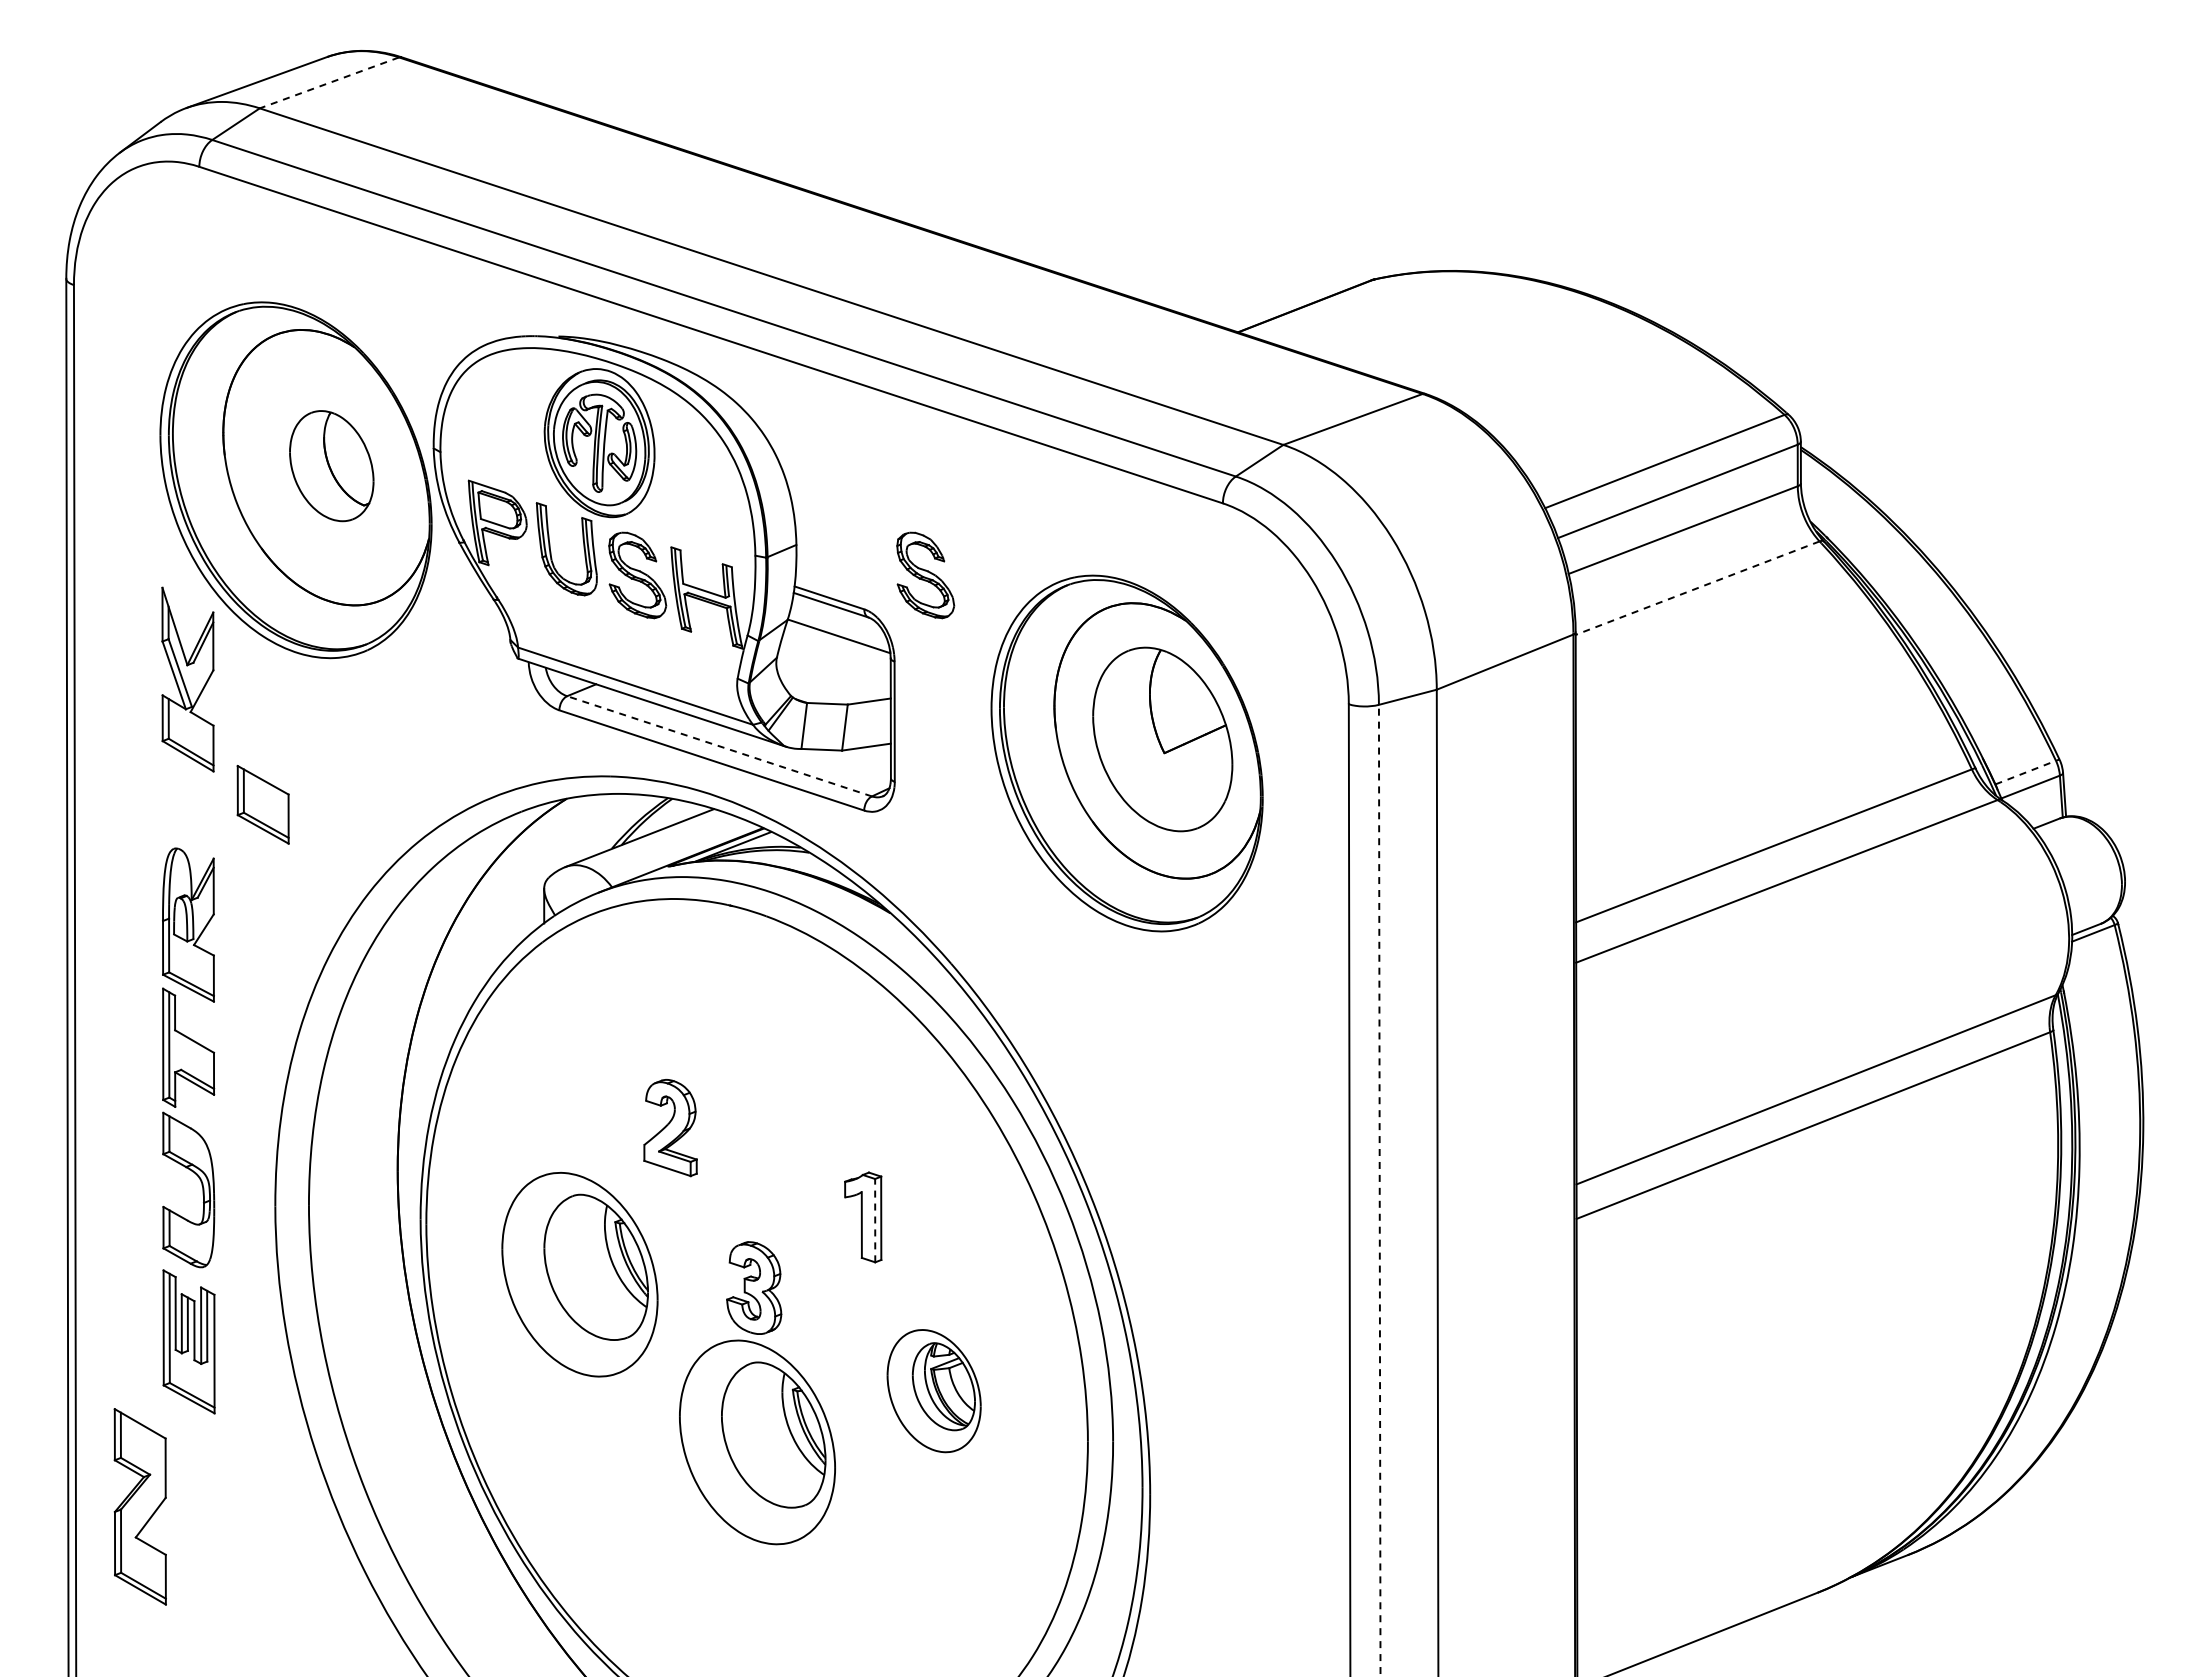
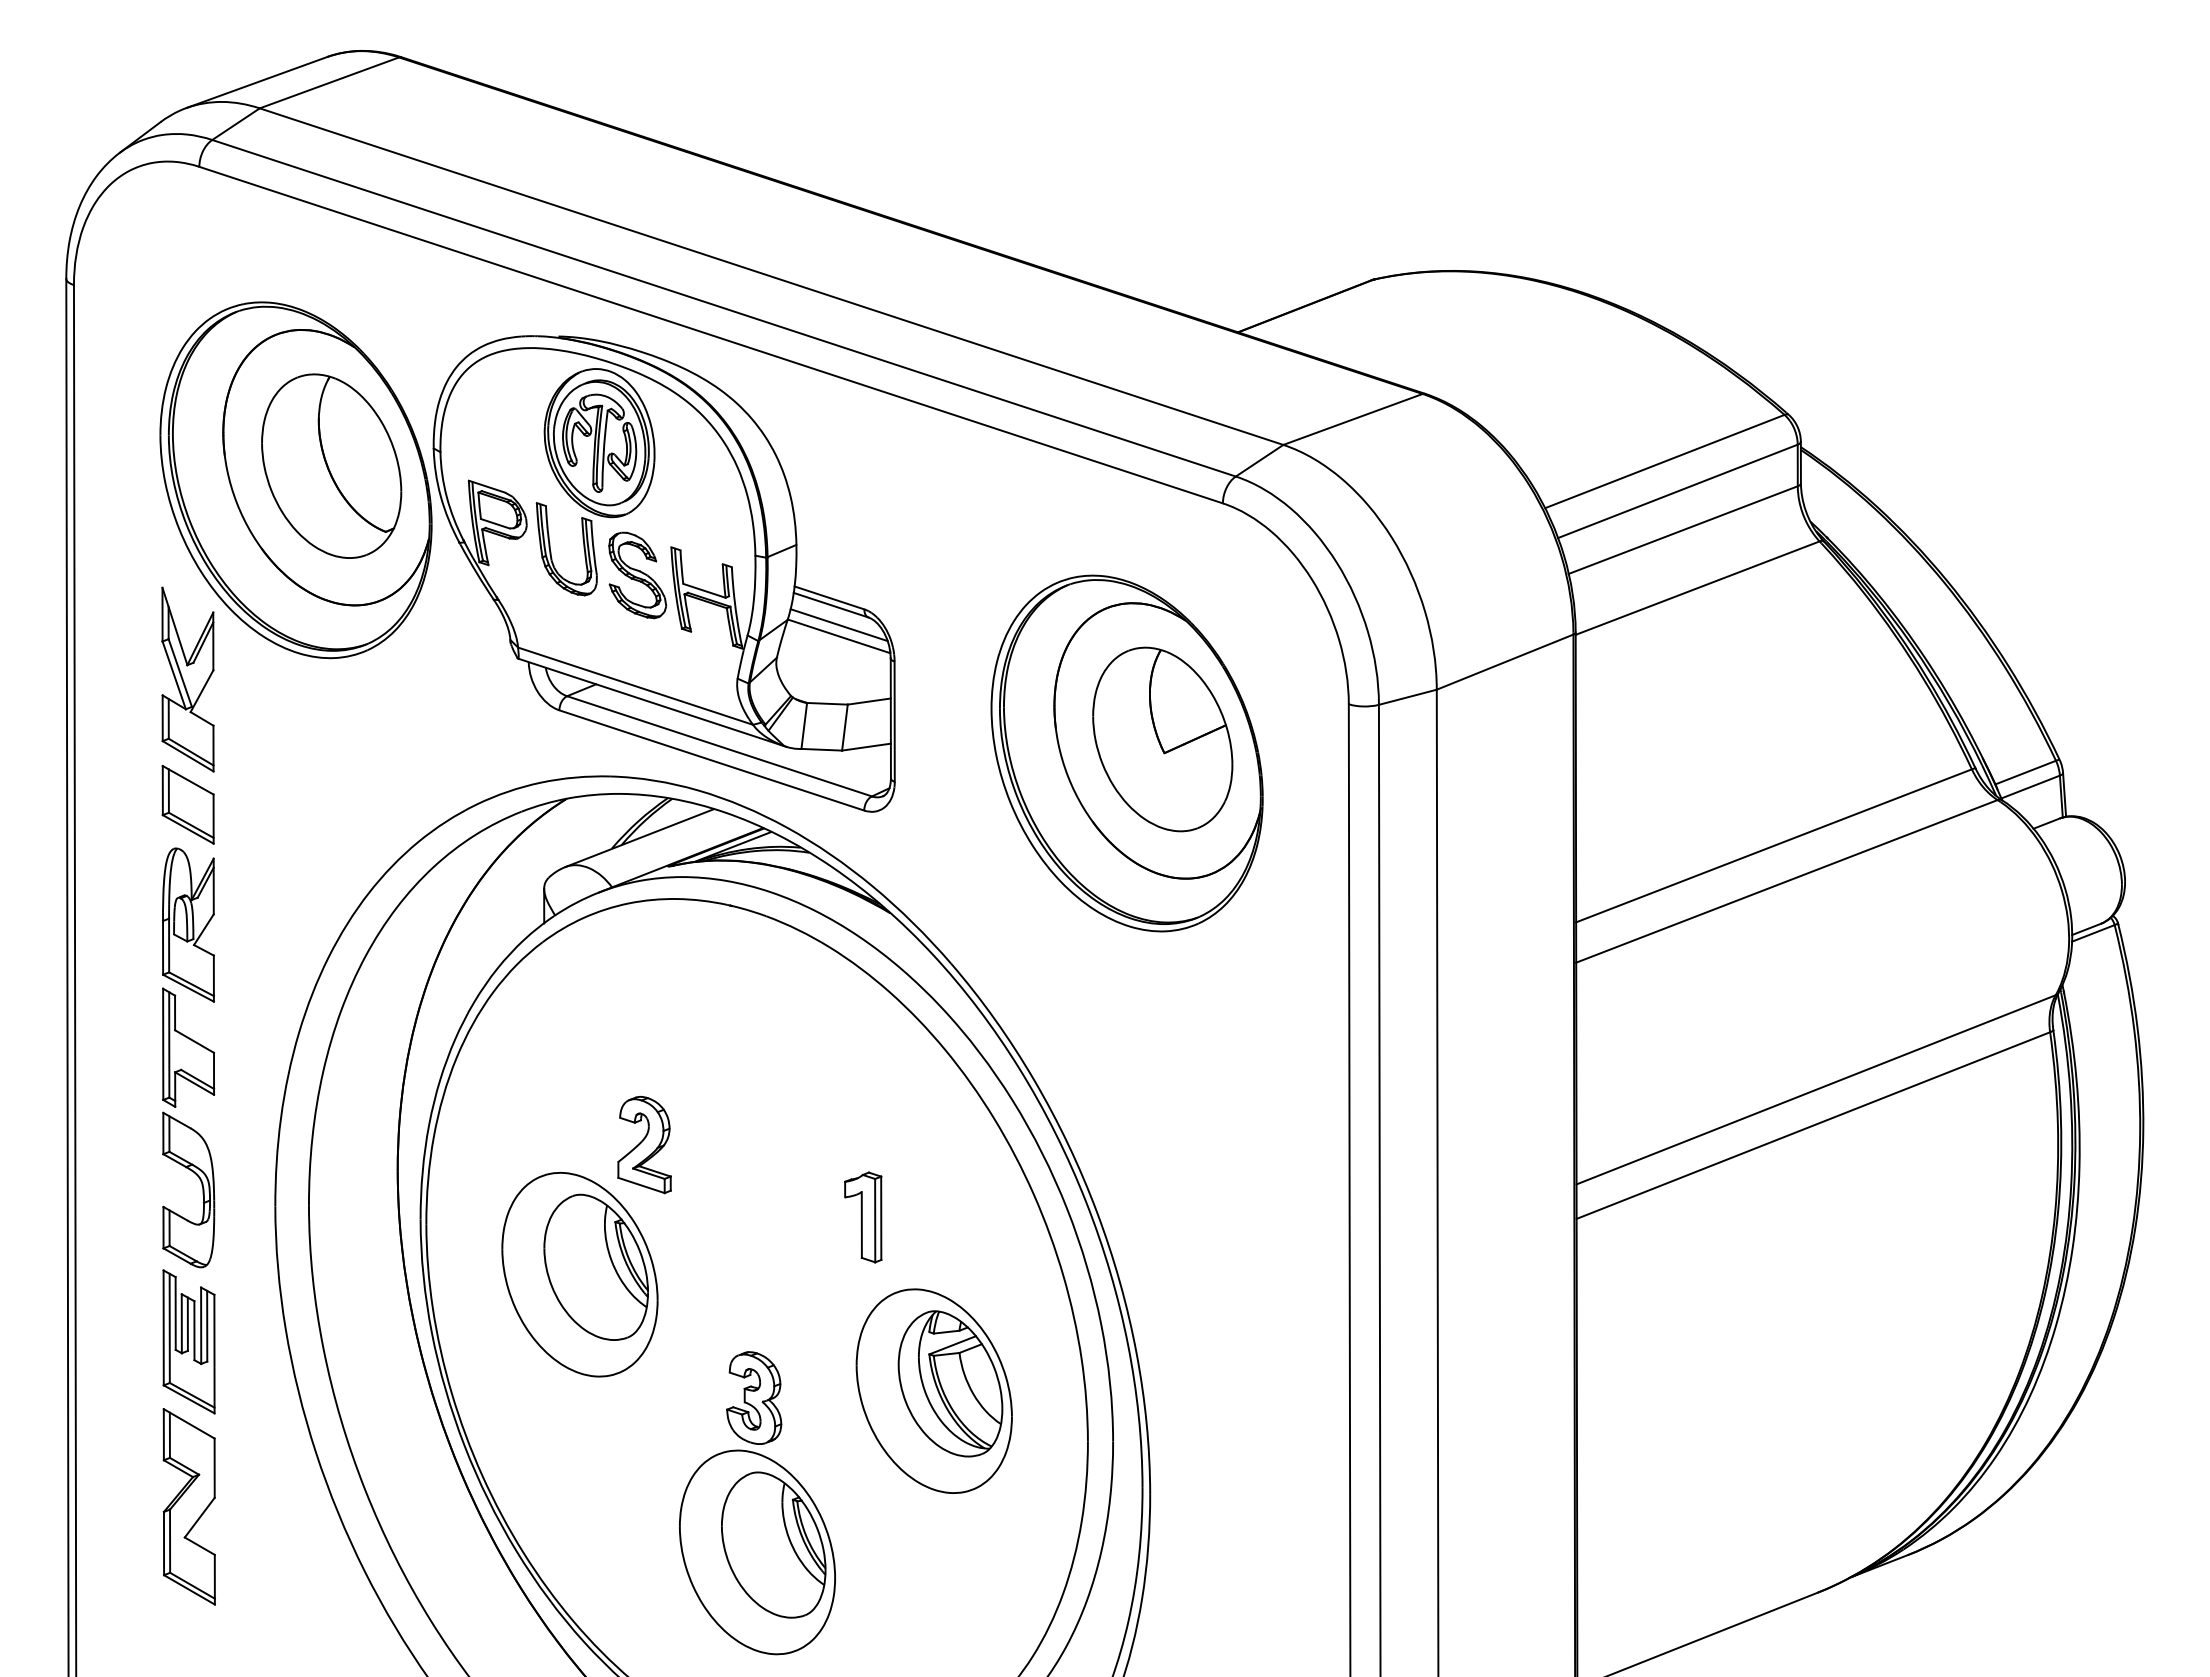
line at (328, 83): dashed -> solid
part at (331, 466) size: 86x113 px -> 142x186 px
part at (925, 575): present -> none
line at (1697, 588): dashed -> solid
line at (838, 625): none -> present
line at (719, 746): dashed -> solid
line at (2026, 772): dashed -> solid
part at (262, 804) position: (262, 804) -> (187, 804)
part at (670, 1128) position: (670, 1128) -> (644, 1145)
line at (1379, 1190): dashed -> solid
line at (875, 1220): dashed -> solid
part at (933, 1391) size: 96x125 px -> 158x206 px
part at (757, 1393) position: (757, 1393) -> (757, 1503)
part at (139, 1506) position: (139, 1506) -> (188, 1506)
